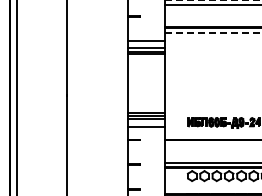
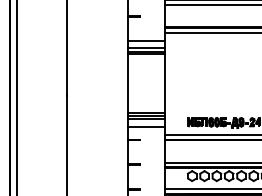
line at (213, 0): dashed -> solid
line at (213, 32): dashed -> solid
line at (211, 134): none -> present
line at (211, 188): none -> present
